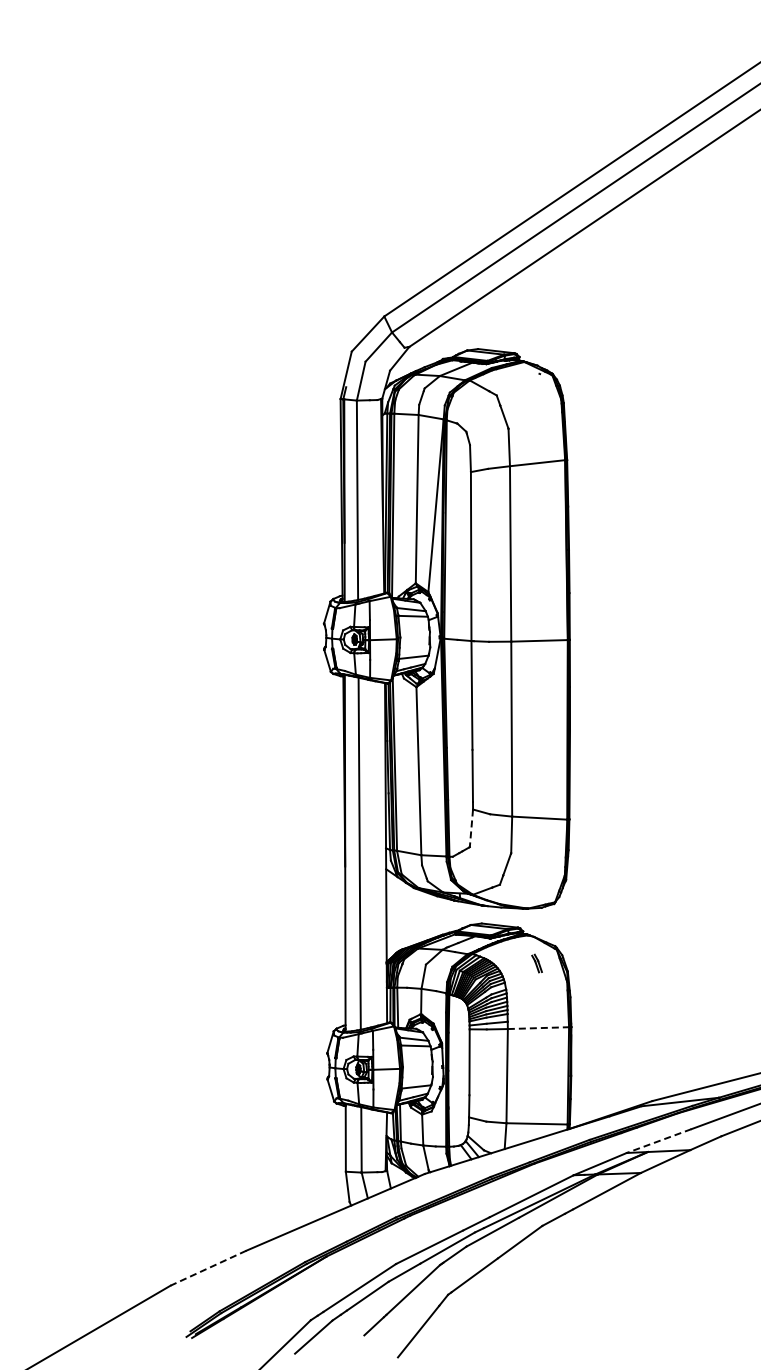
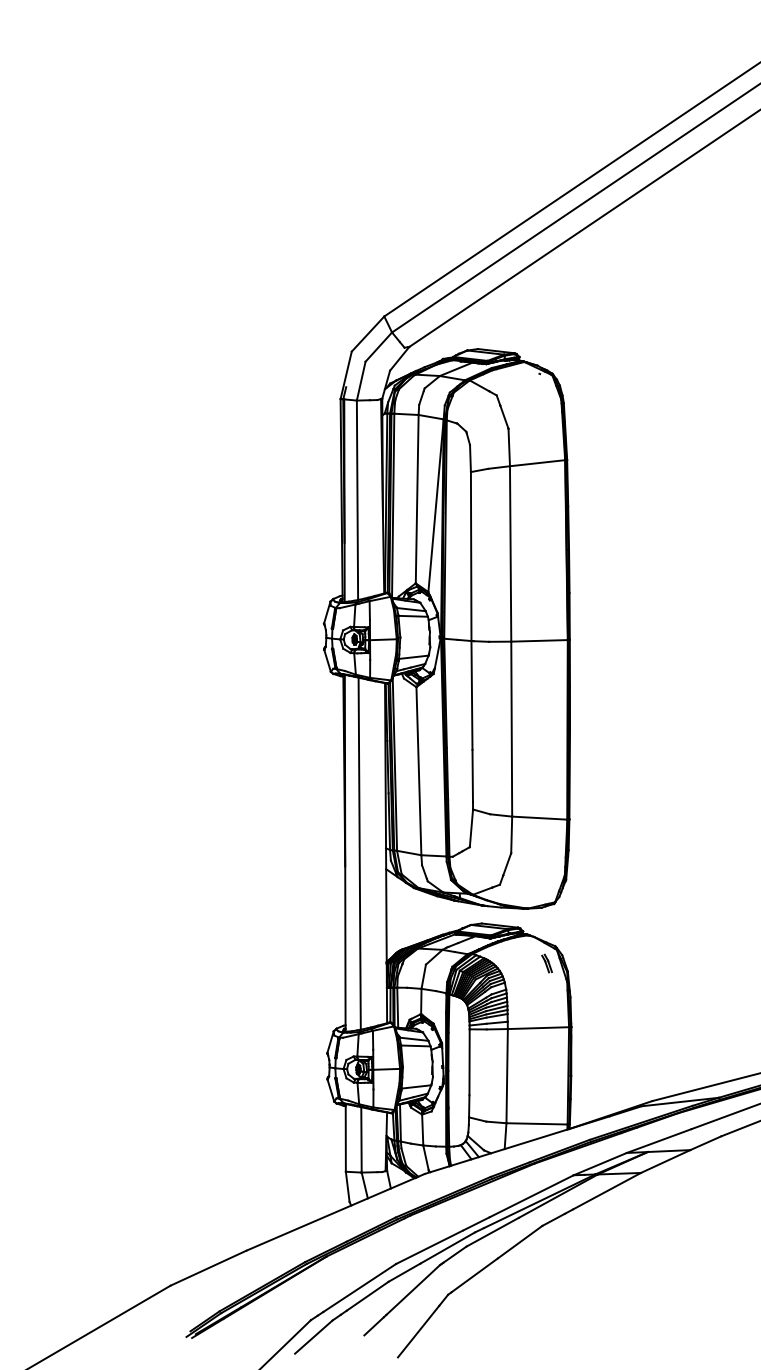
line at (471, 828): dashed -> solid
part at (536, 963) position: (536, 963) -> (546, 963)
line at (538, 1028): dashed -> solid
line at (658, 1141): dashed -> solid
line at (208, 1268): dashed -> solid
